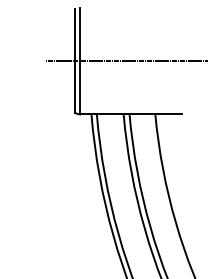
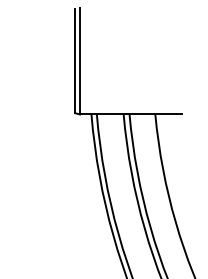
line at (125, 61): present -> none
